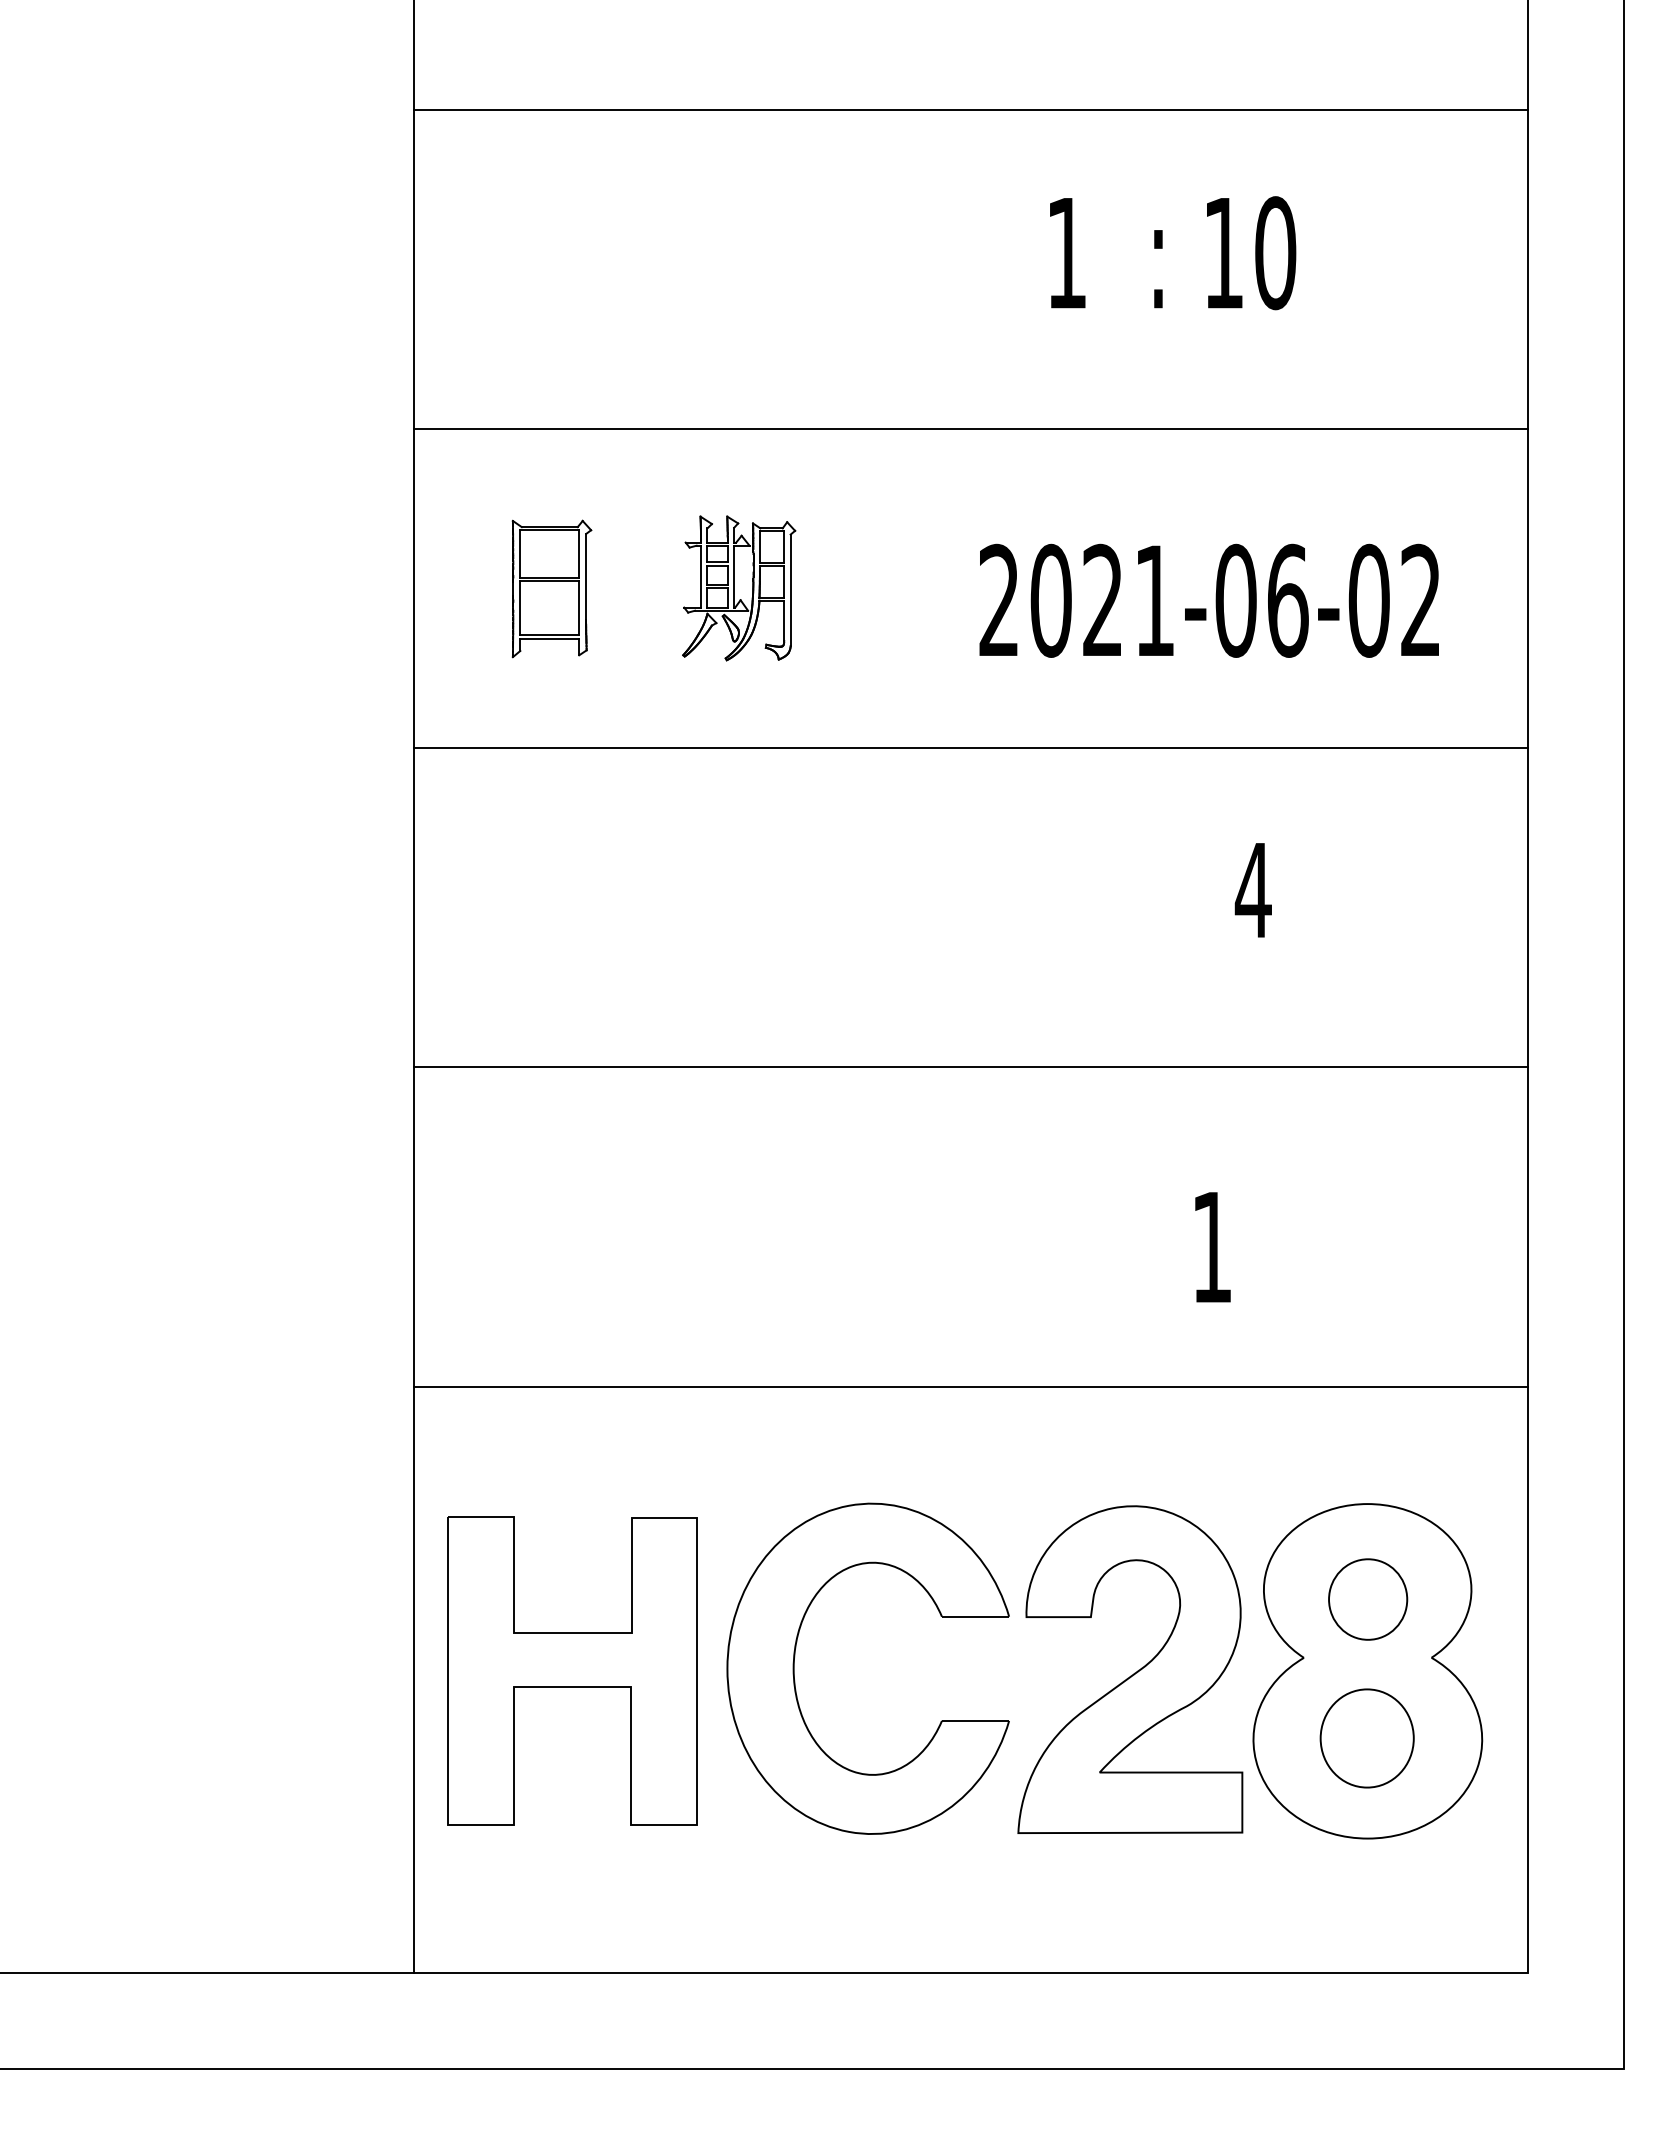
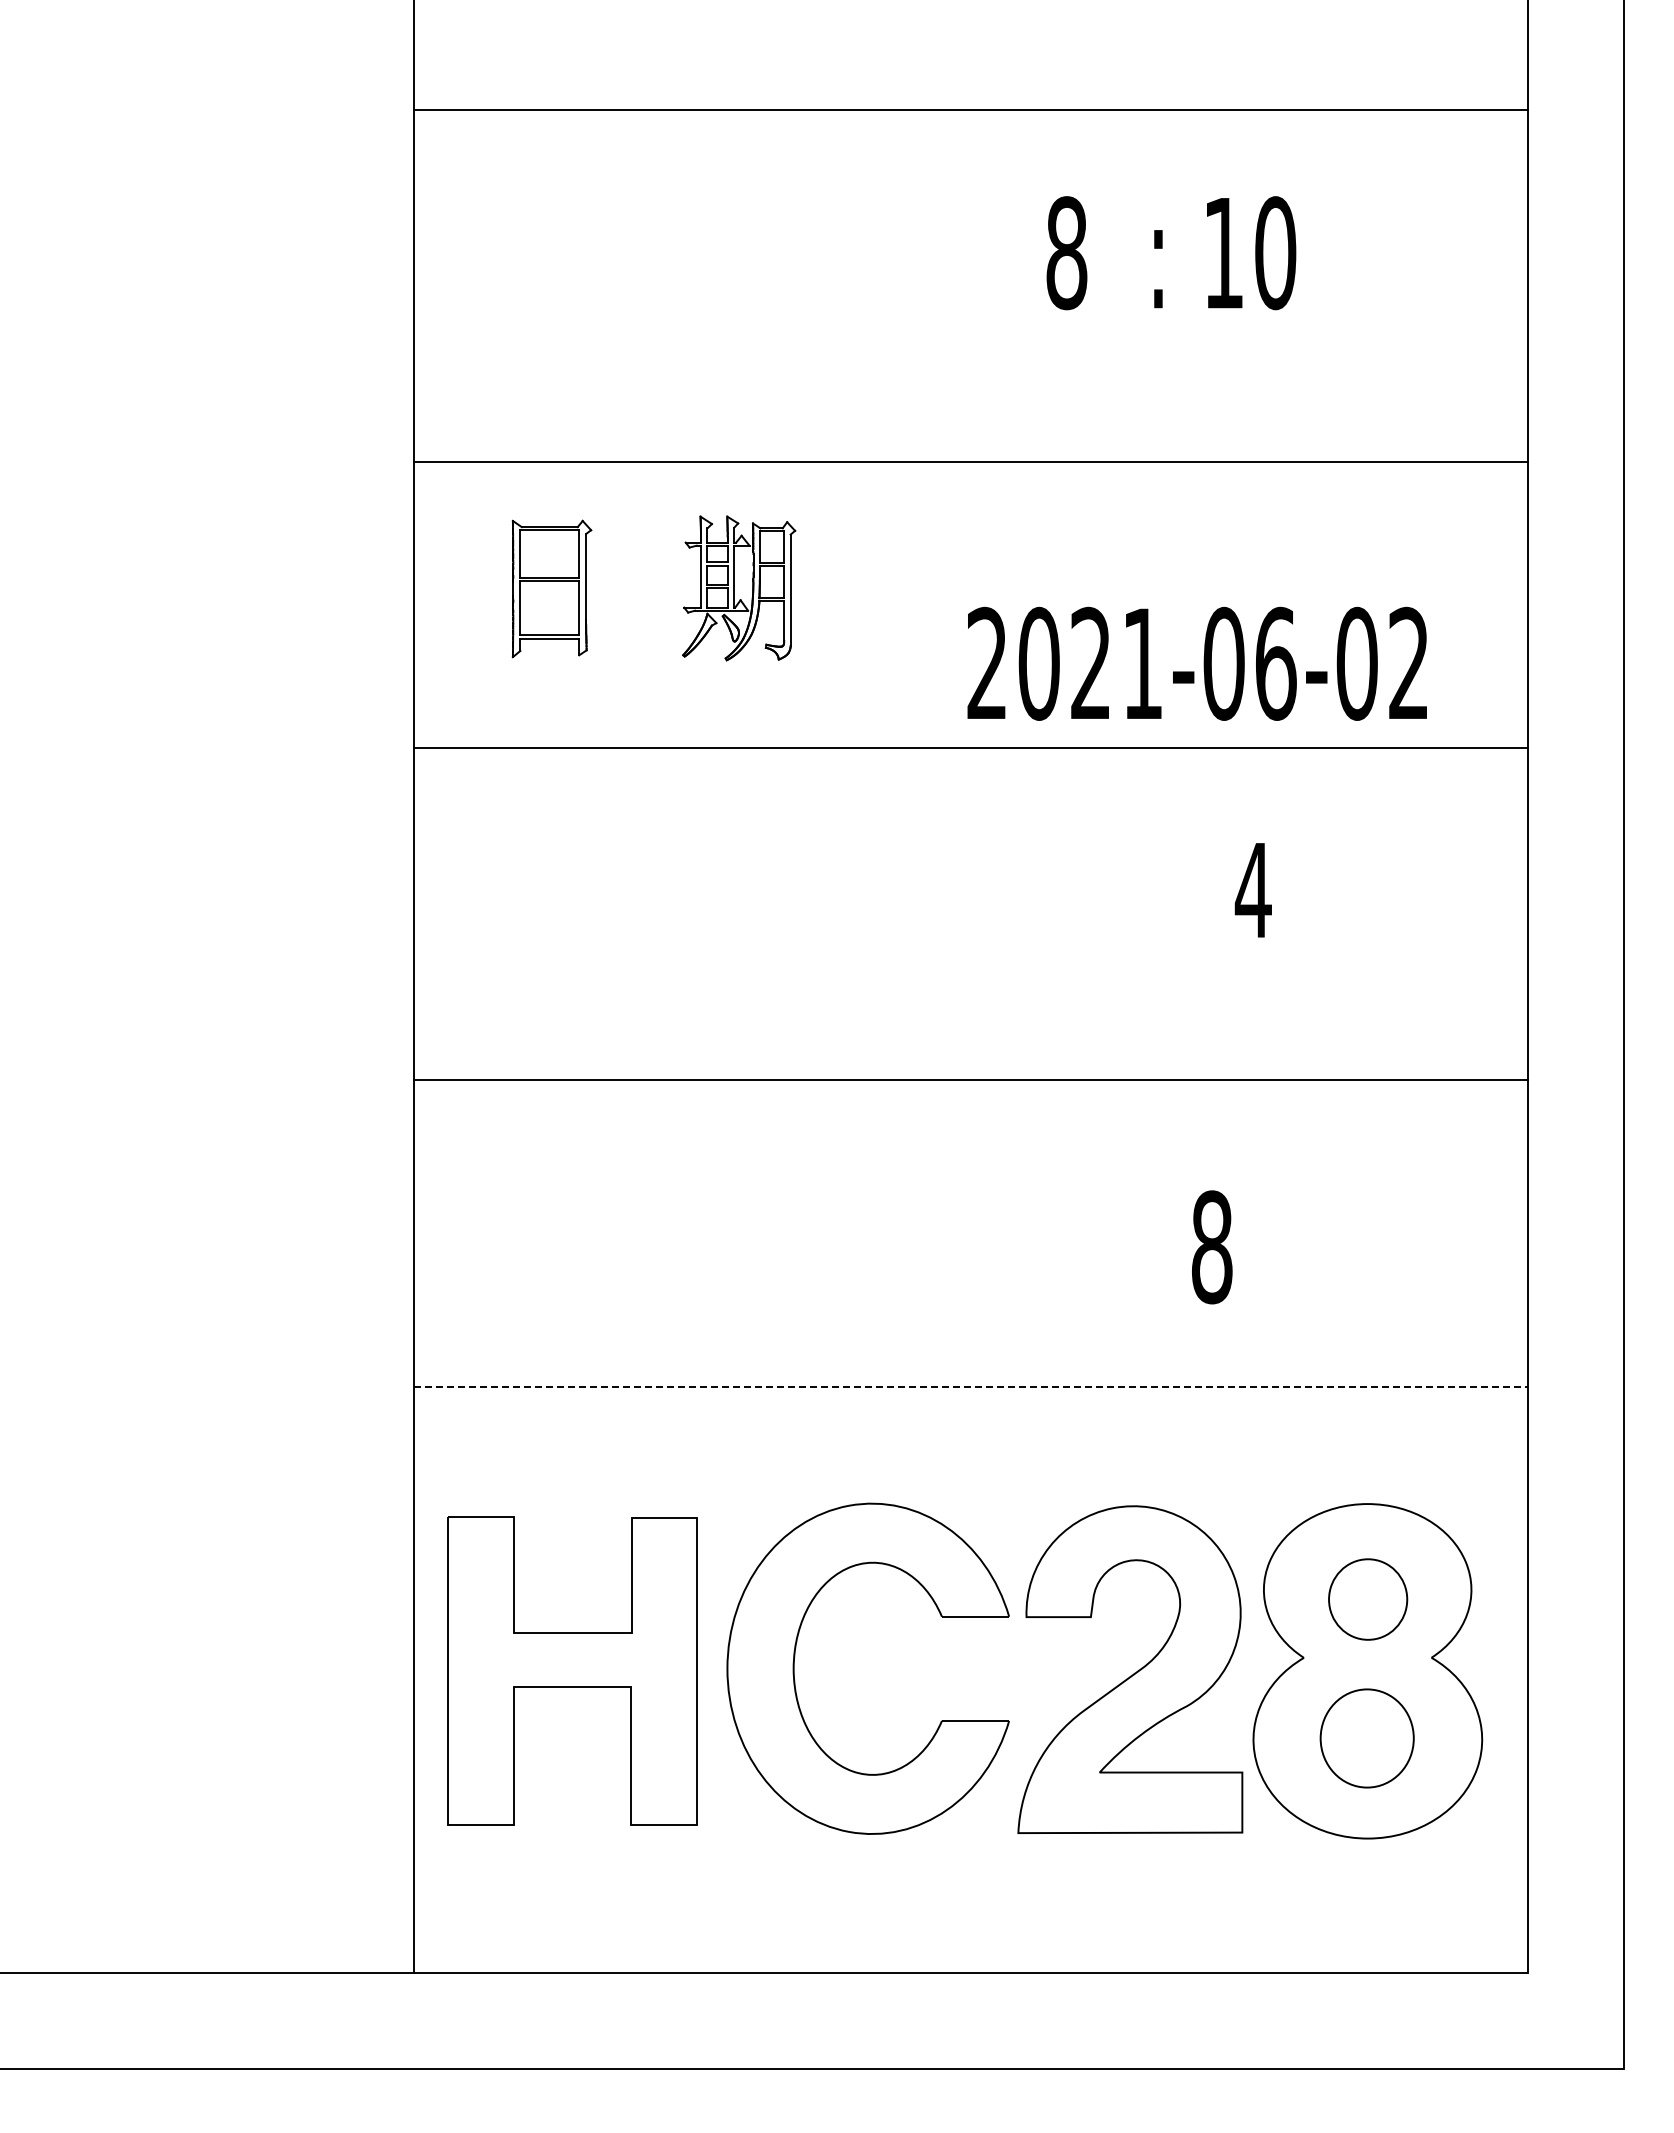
text at (1066, 253): 1 -> 8
line at (970, 428) position: (970, 428) -> (970, 461)
text at (1208, 600) position: (1208, 600) -> (1196, 663)
line at (970, 1067) position: (970, 1067) -> (970, 1080)
text at (1212, 1247): 1 -> 8
line at (971, 1386): solid -> dashed
